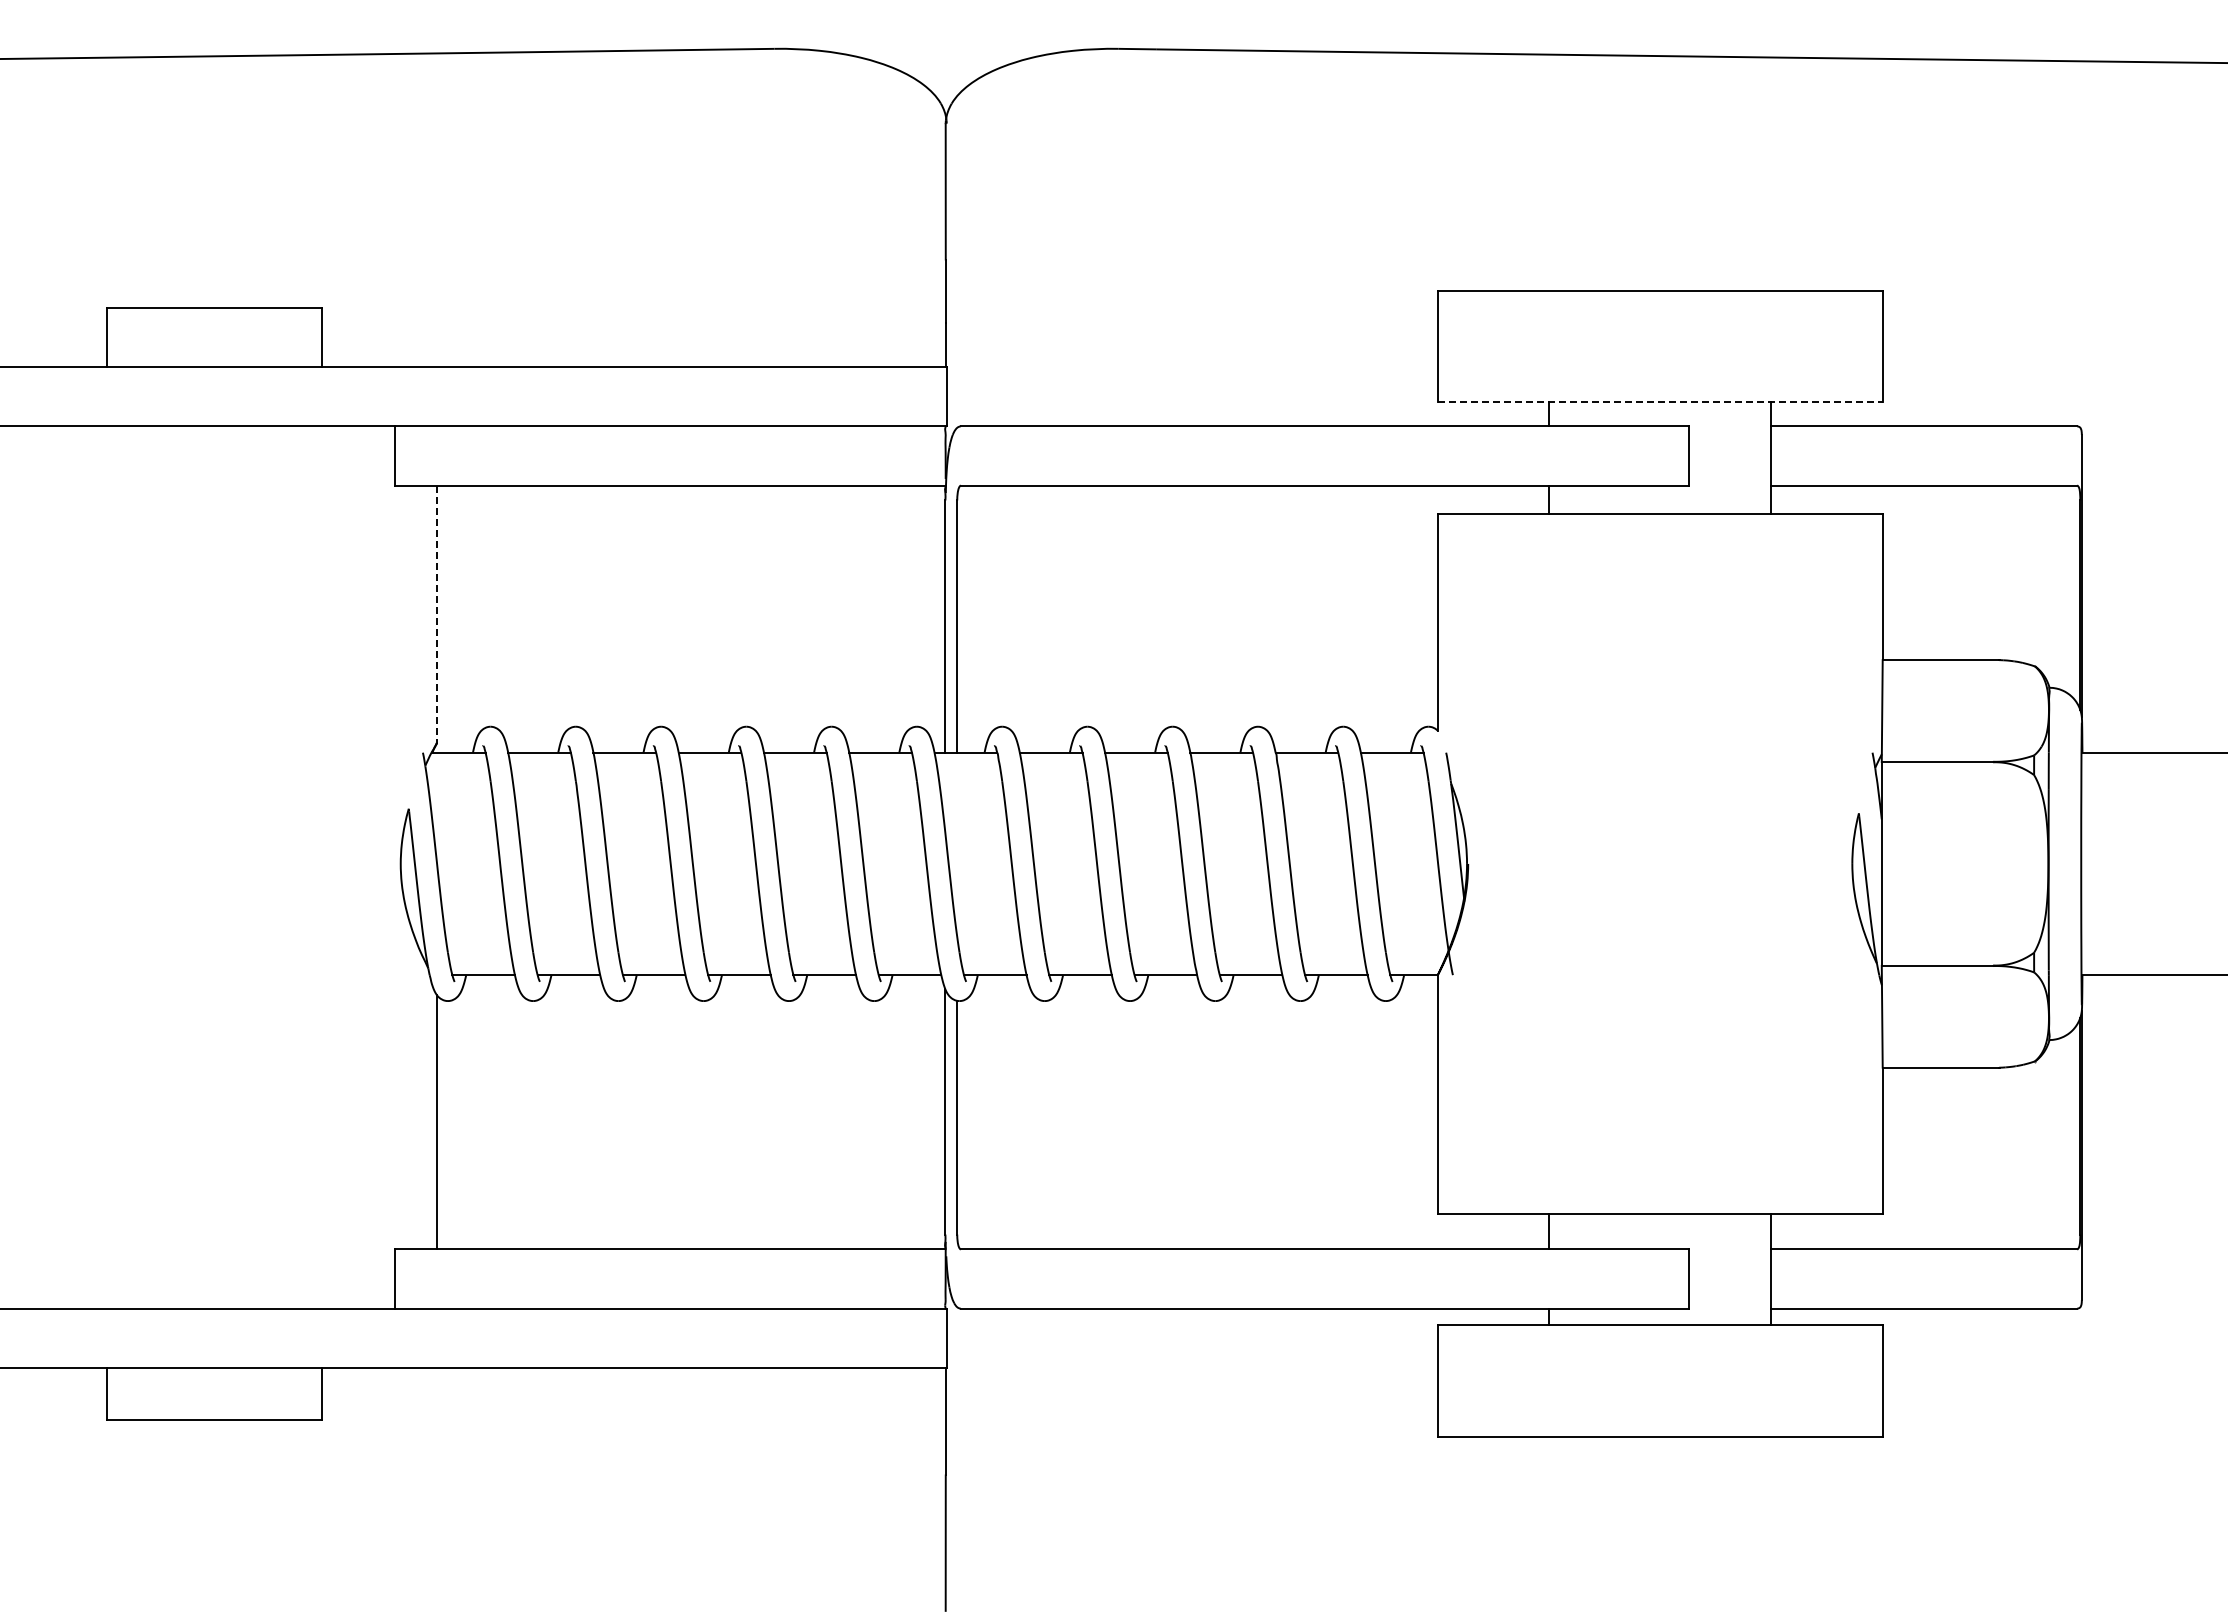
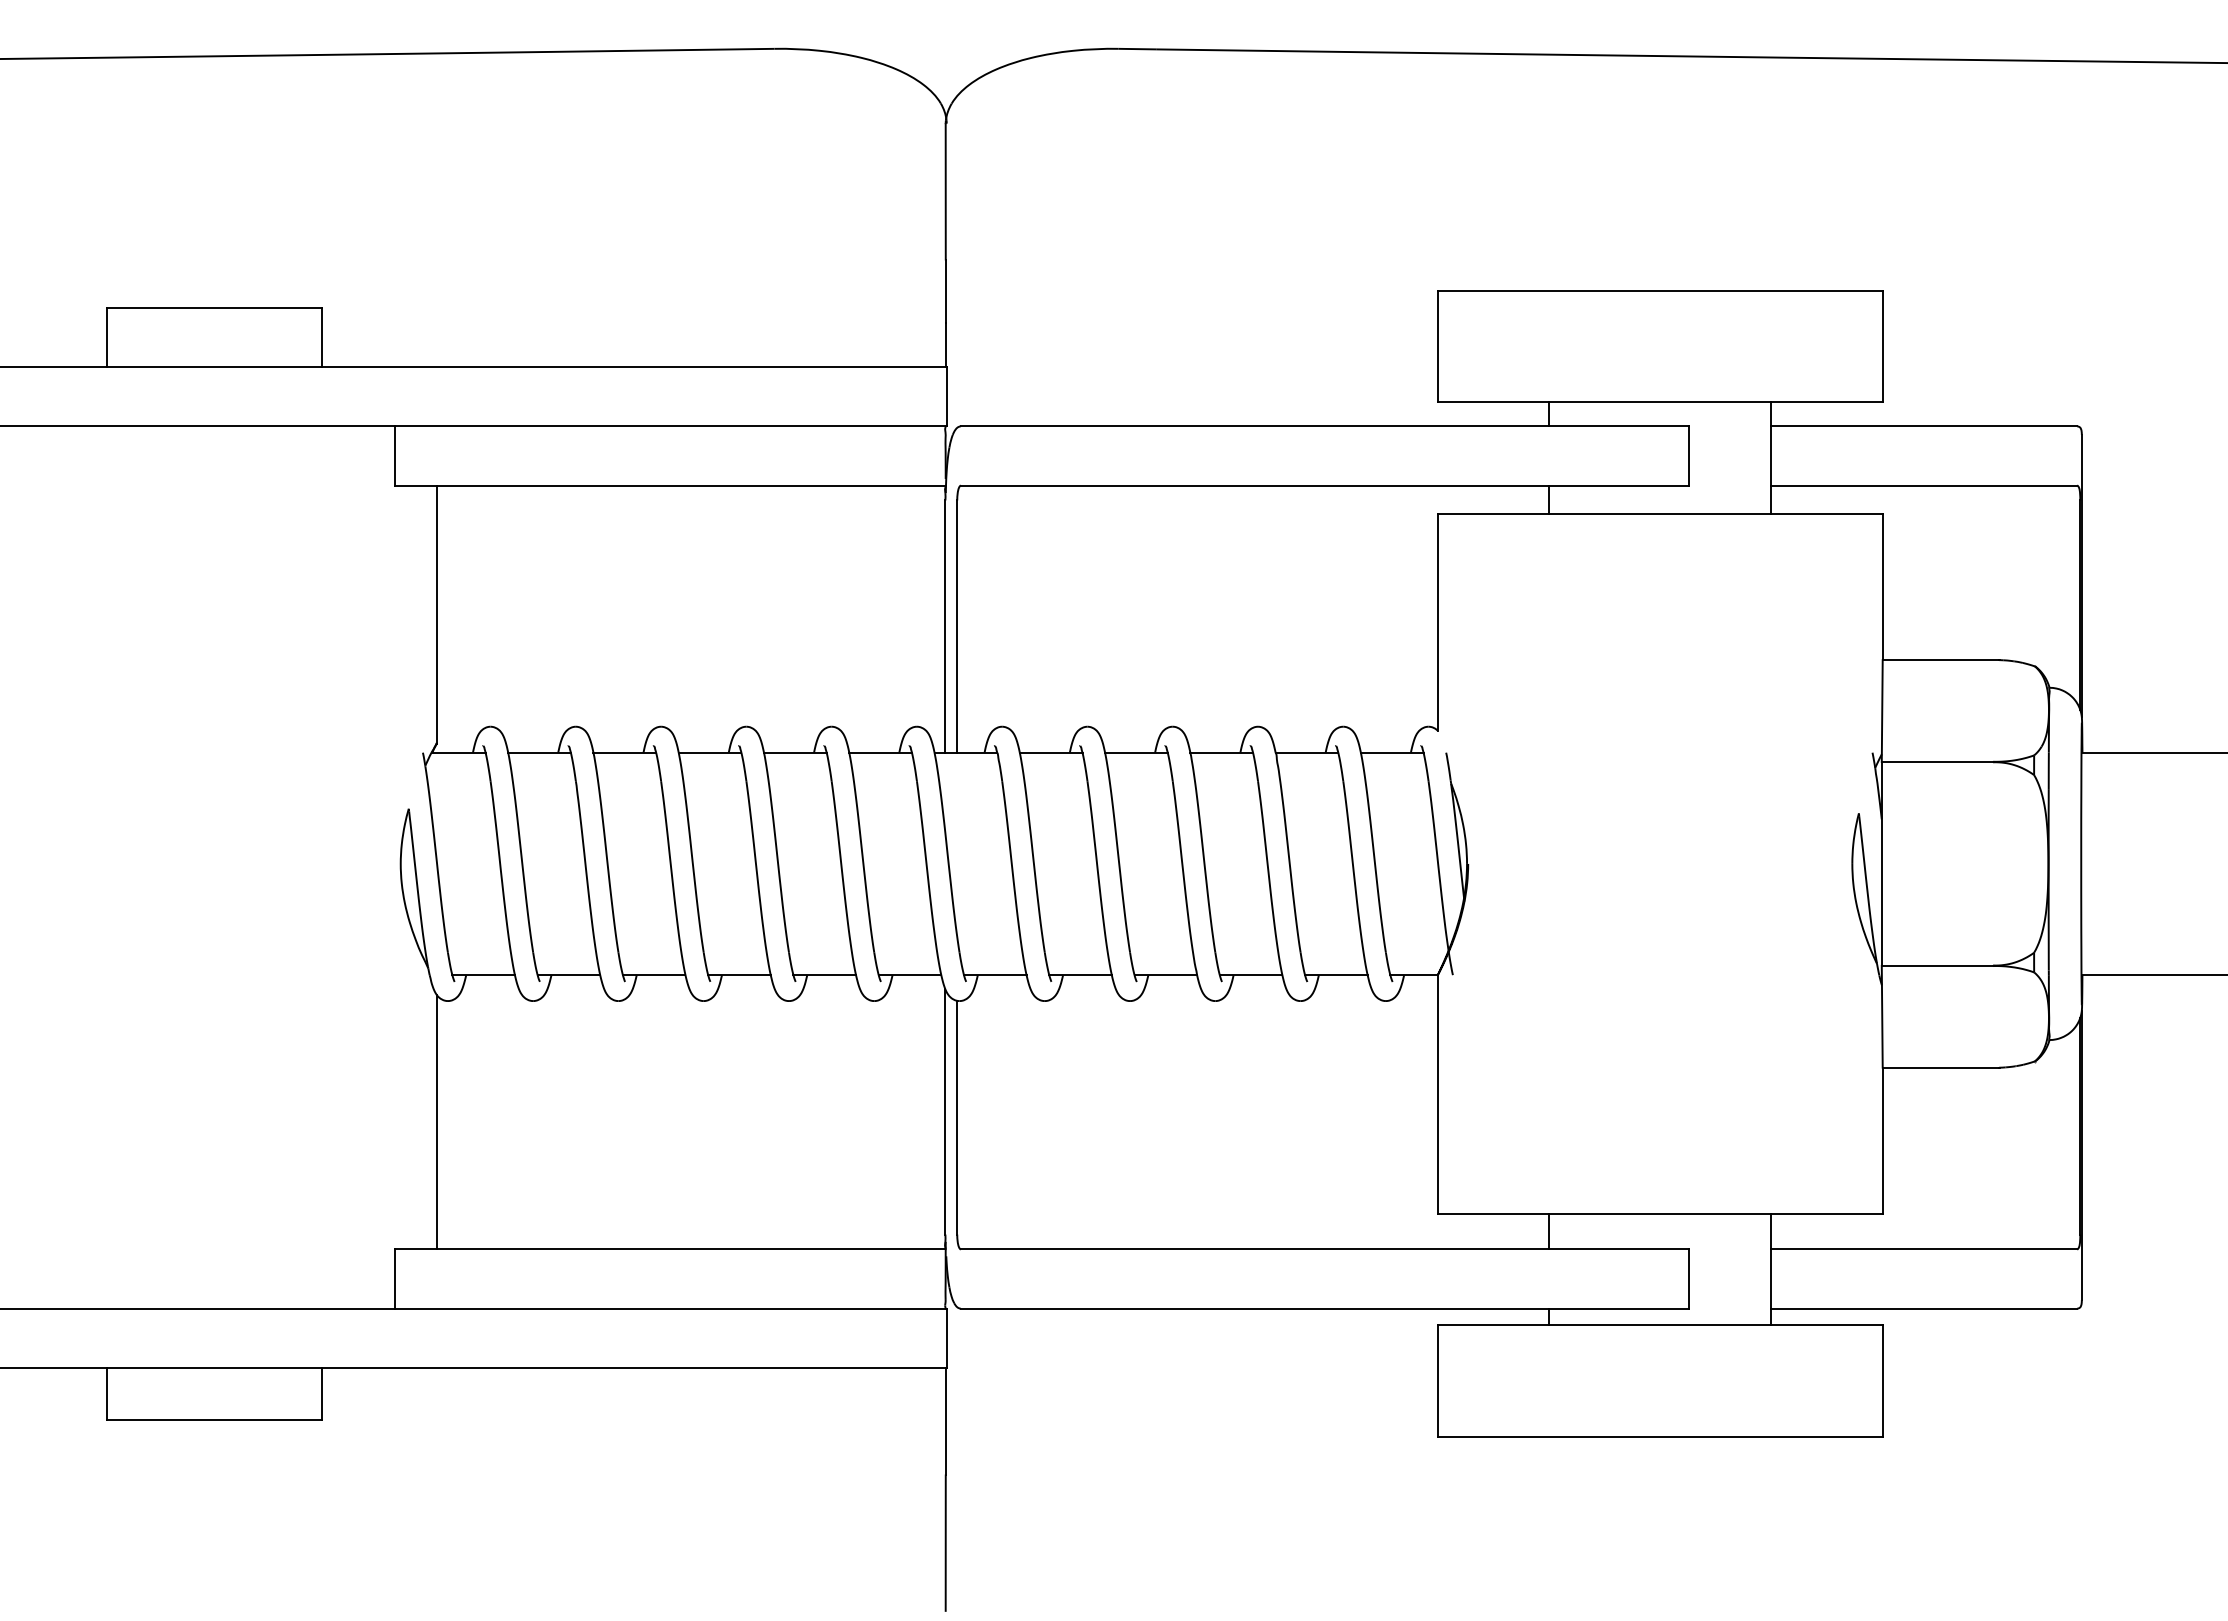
line at (1660, 402): dashed -> solid
line at (436, 614): dashed -> solid
